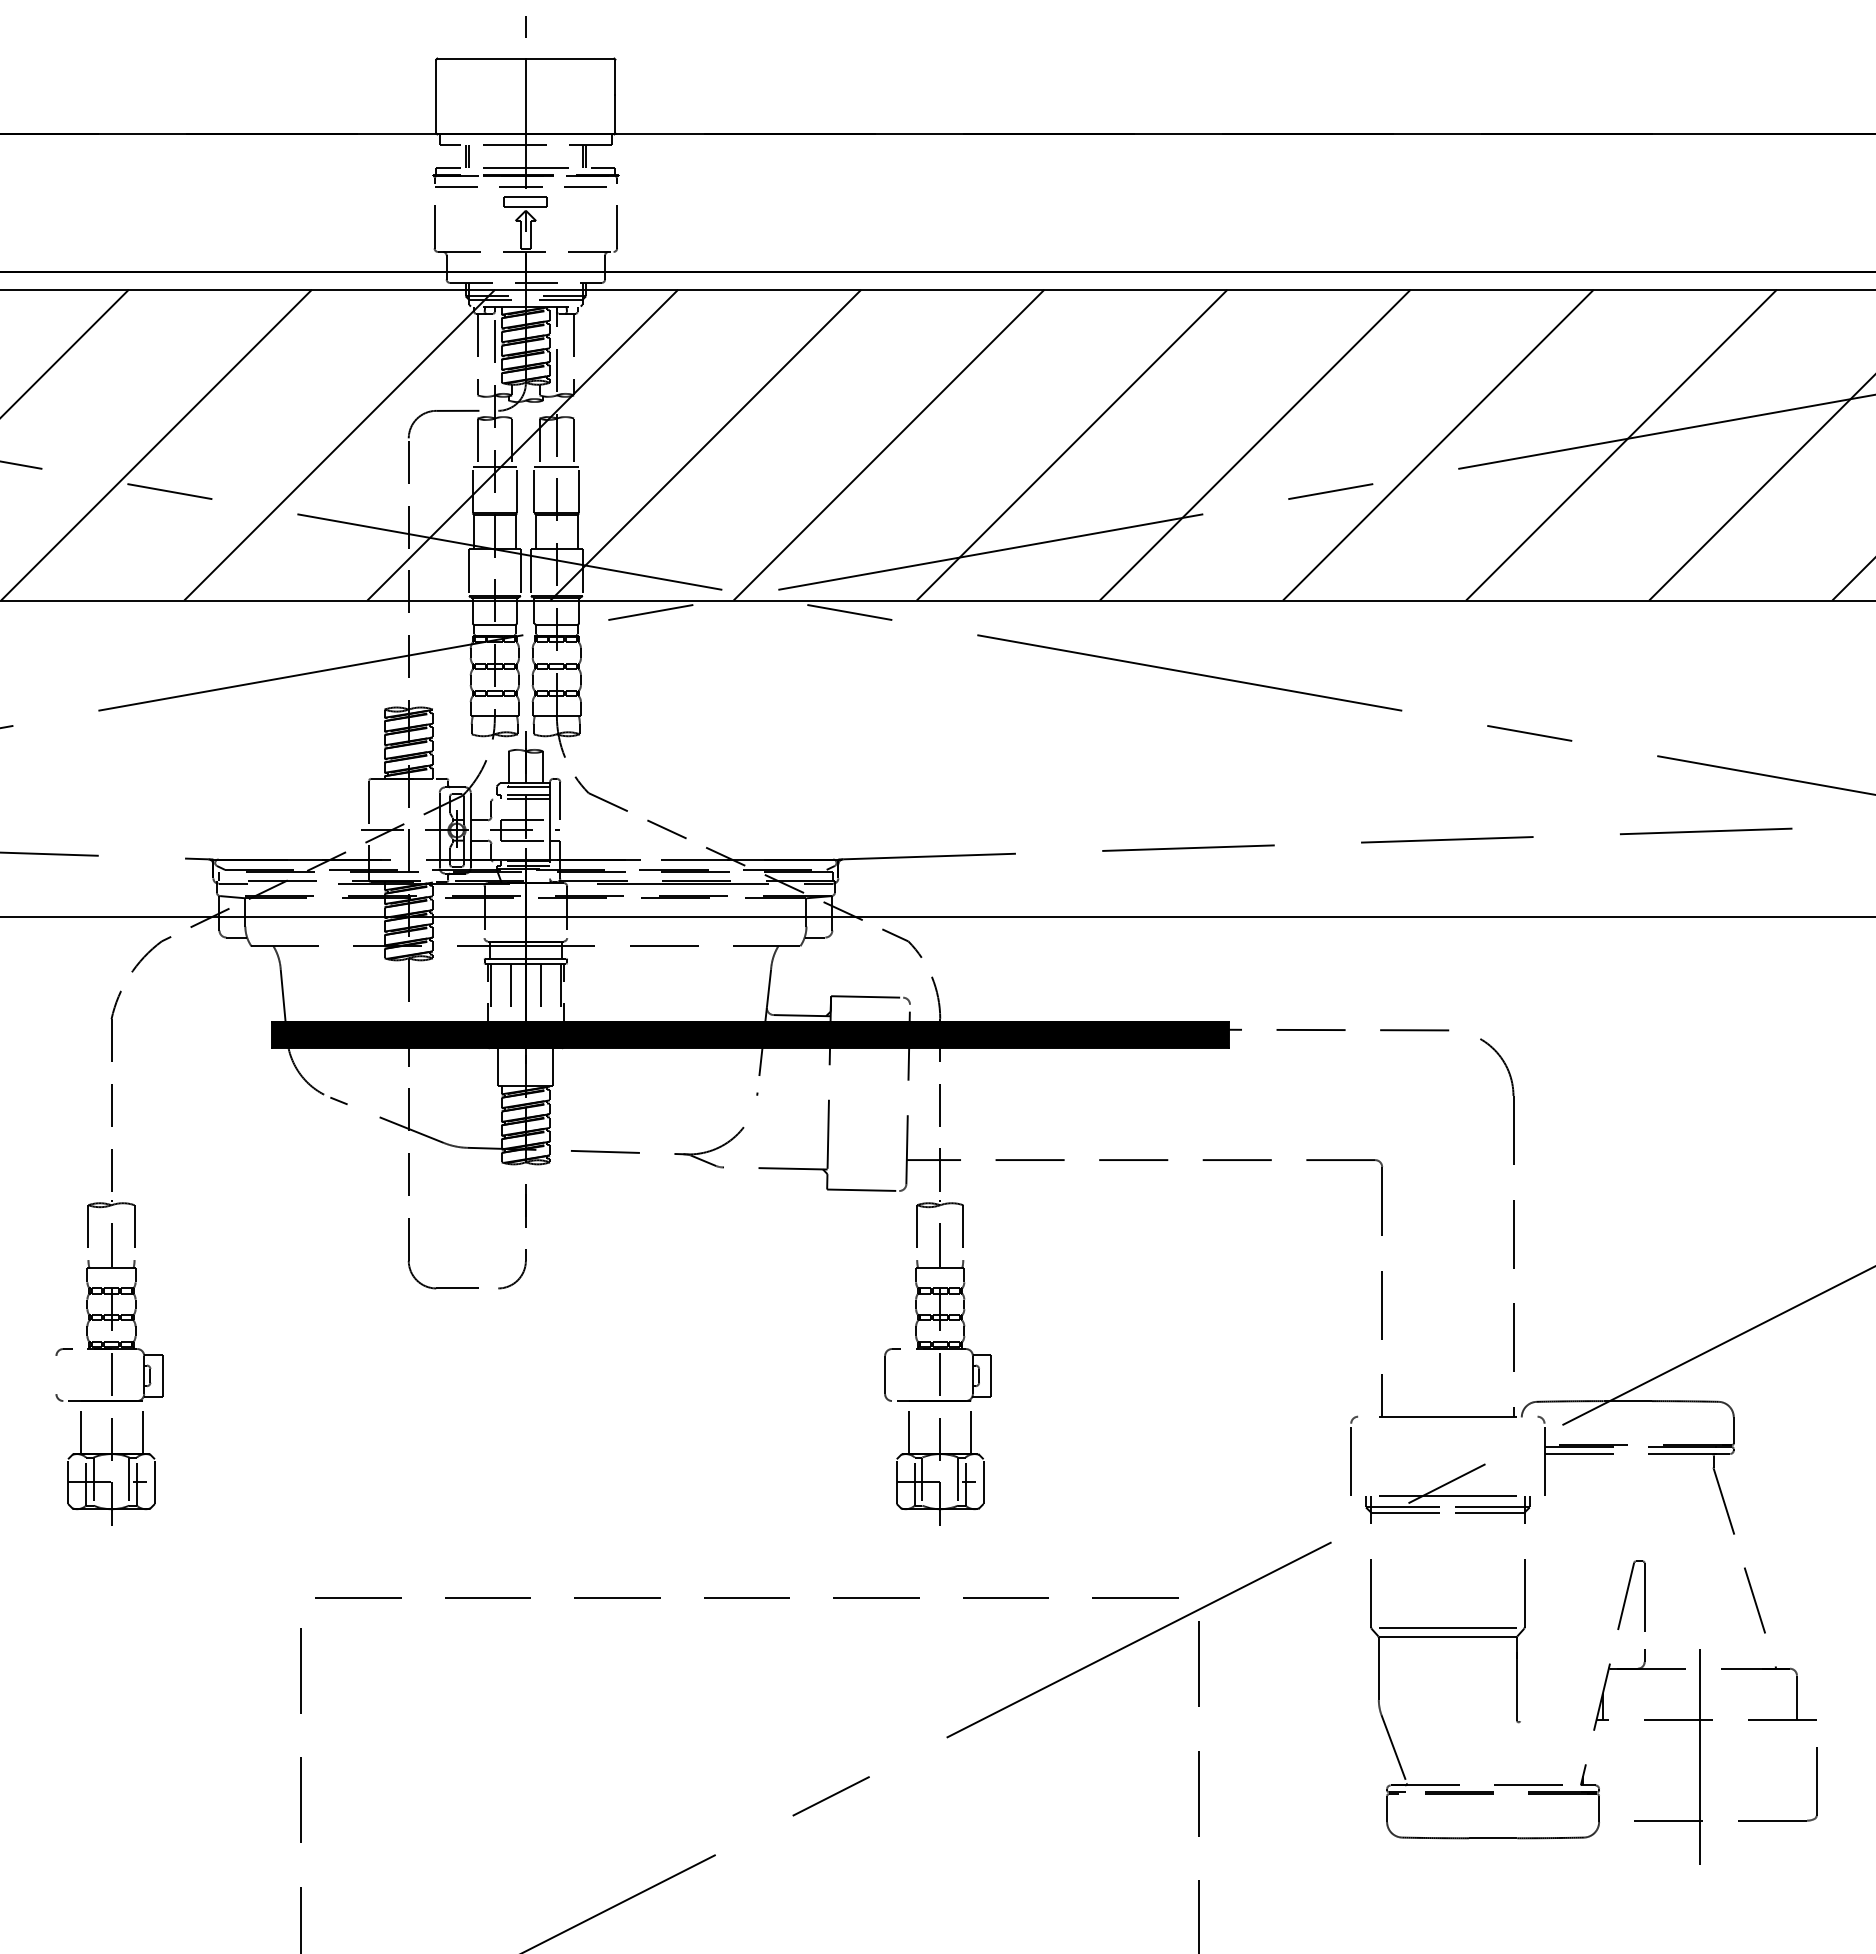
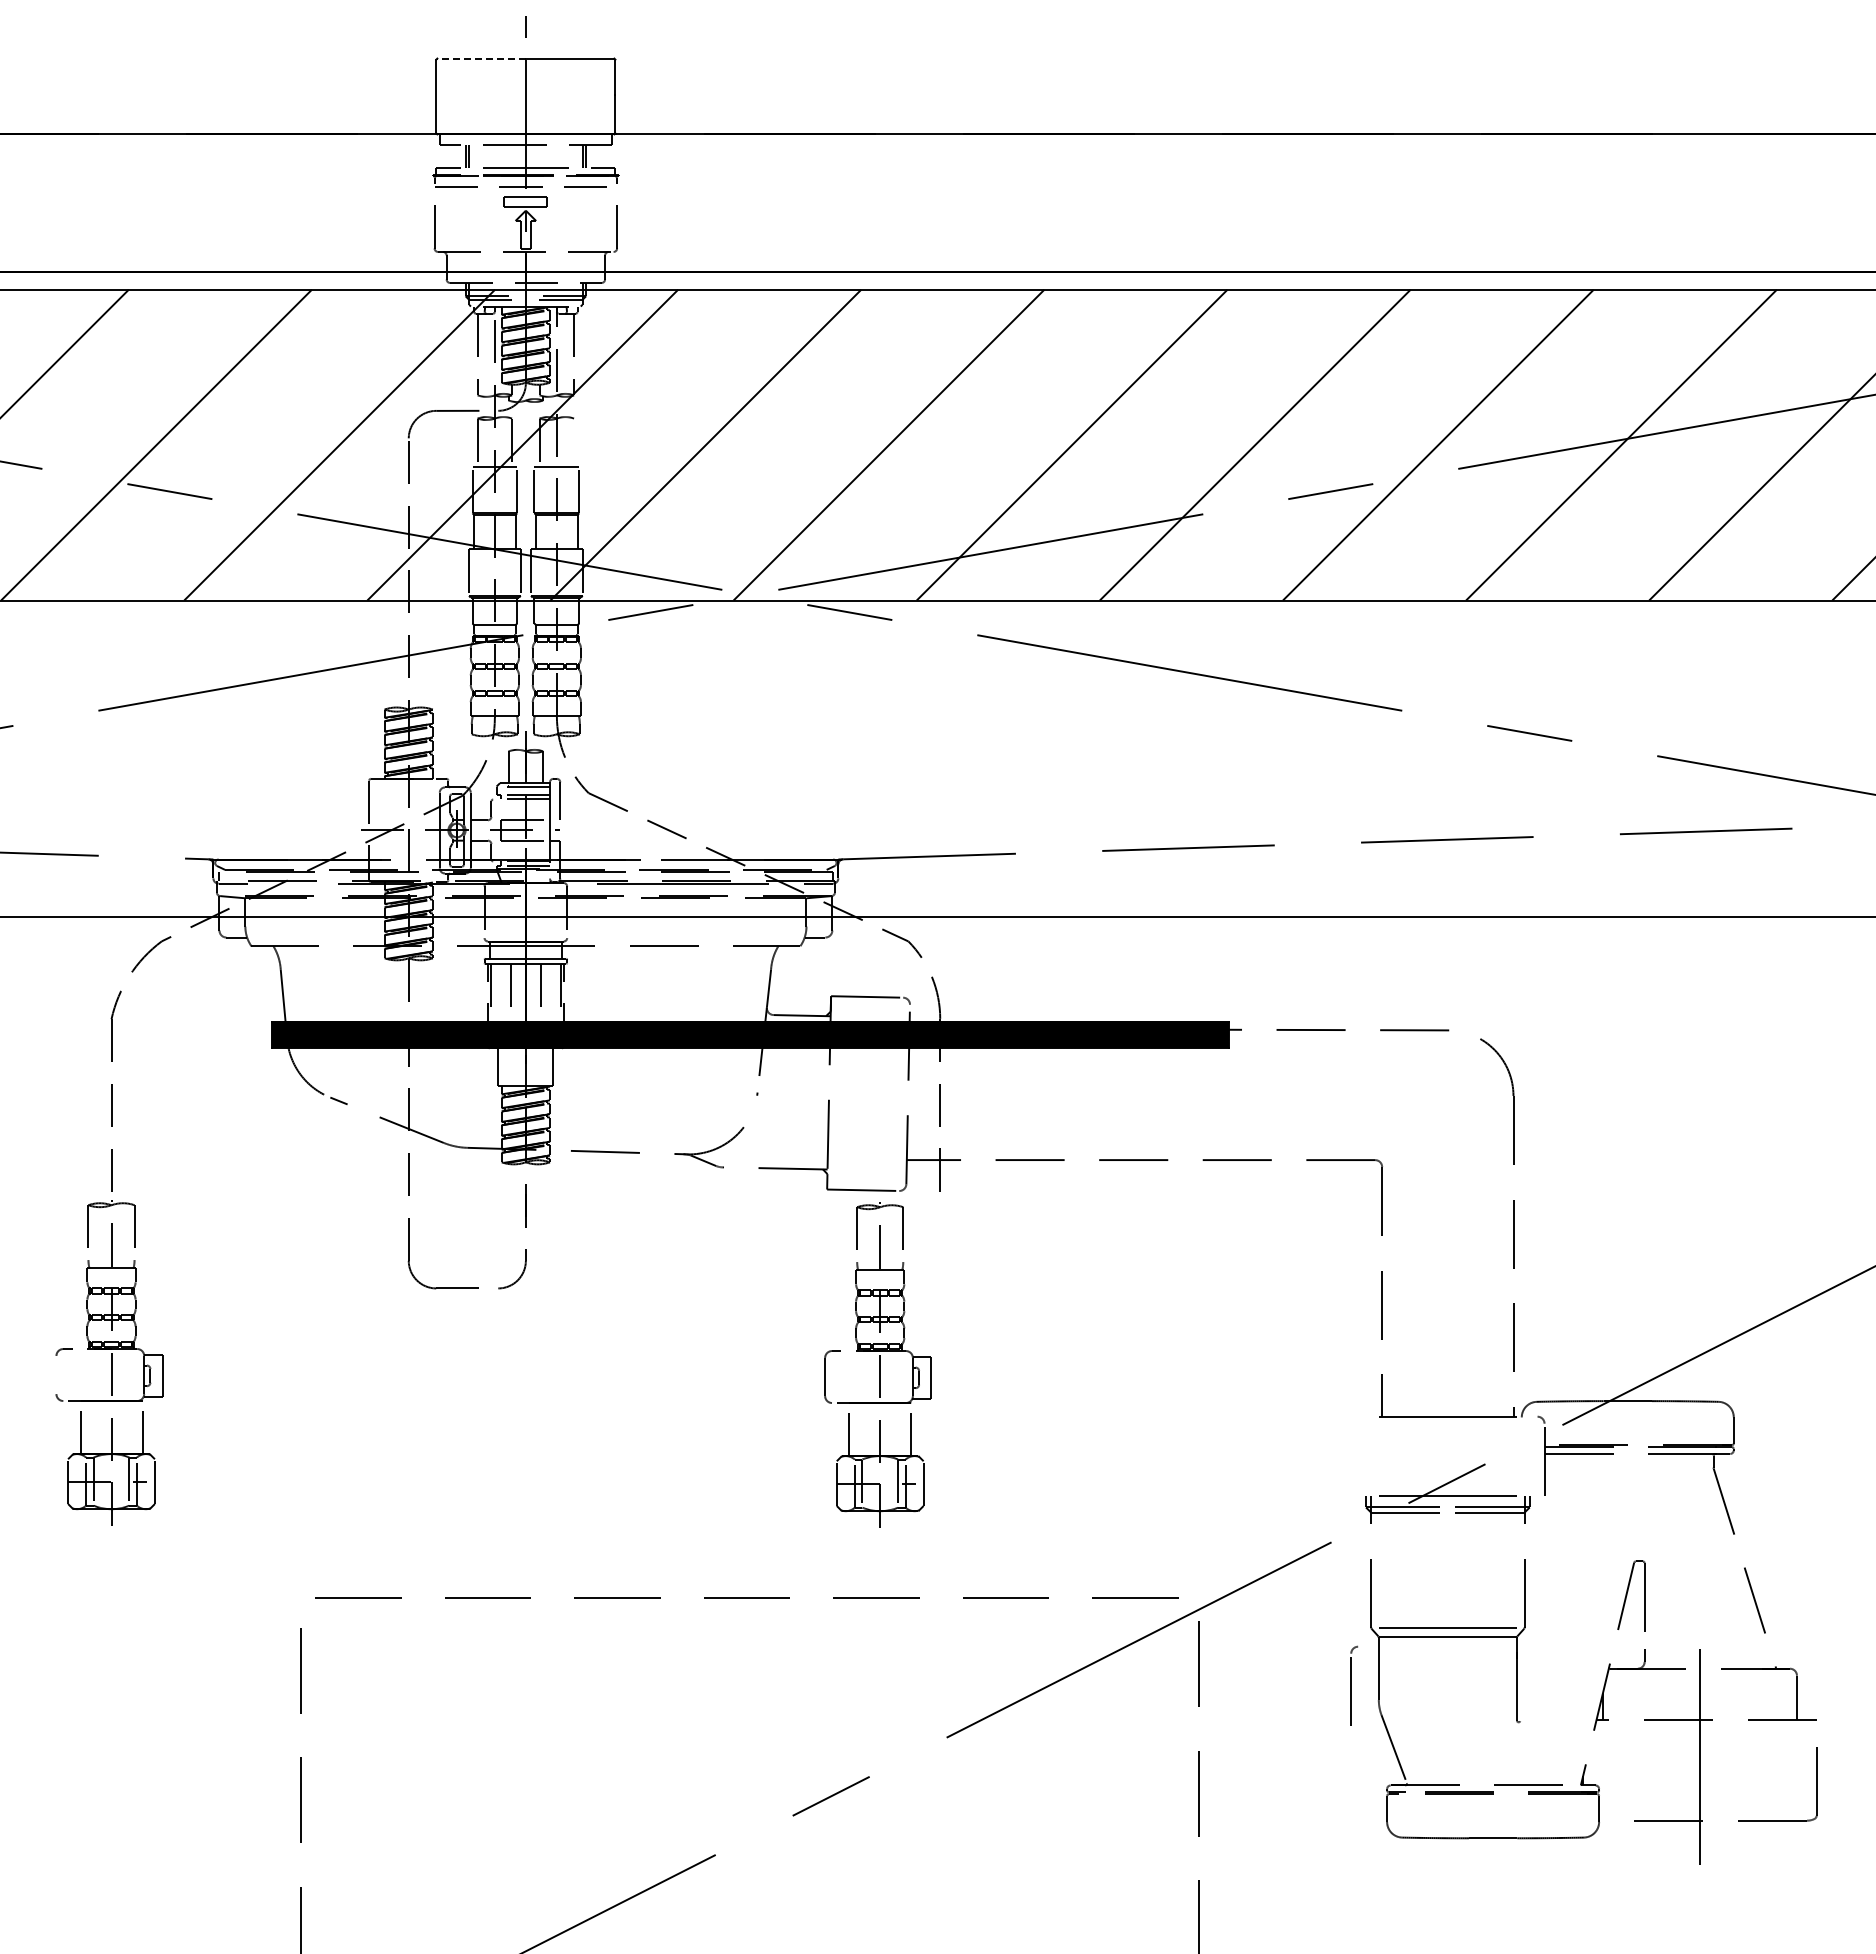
line at (481, 58): solid -> dashed
line at (574, 442): present -> none
part at (937, 1362) position: (937, 1362) -> (877, 1364)
part at (1353, 1455) position: (1353, 1455) -> (1353, 1685)
